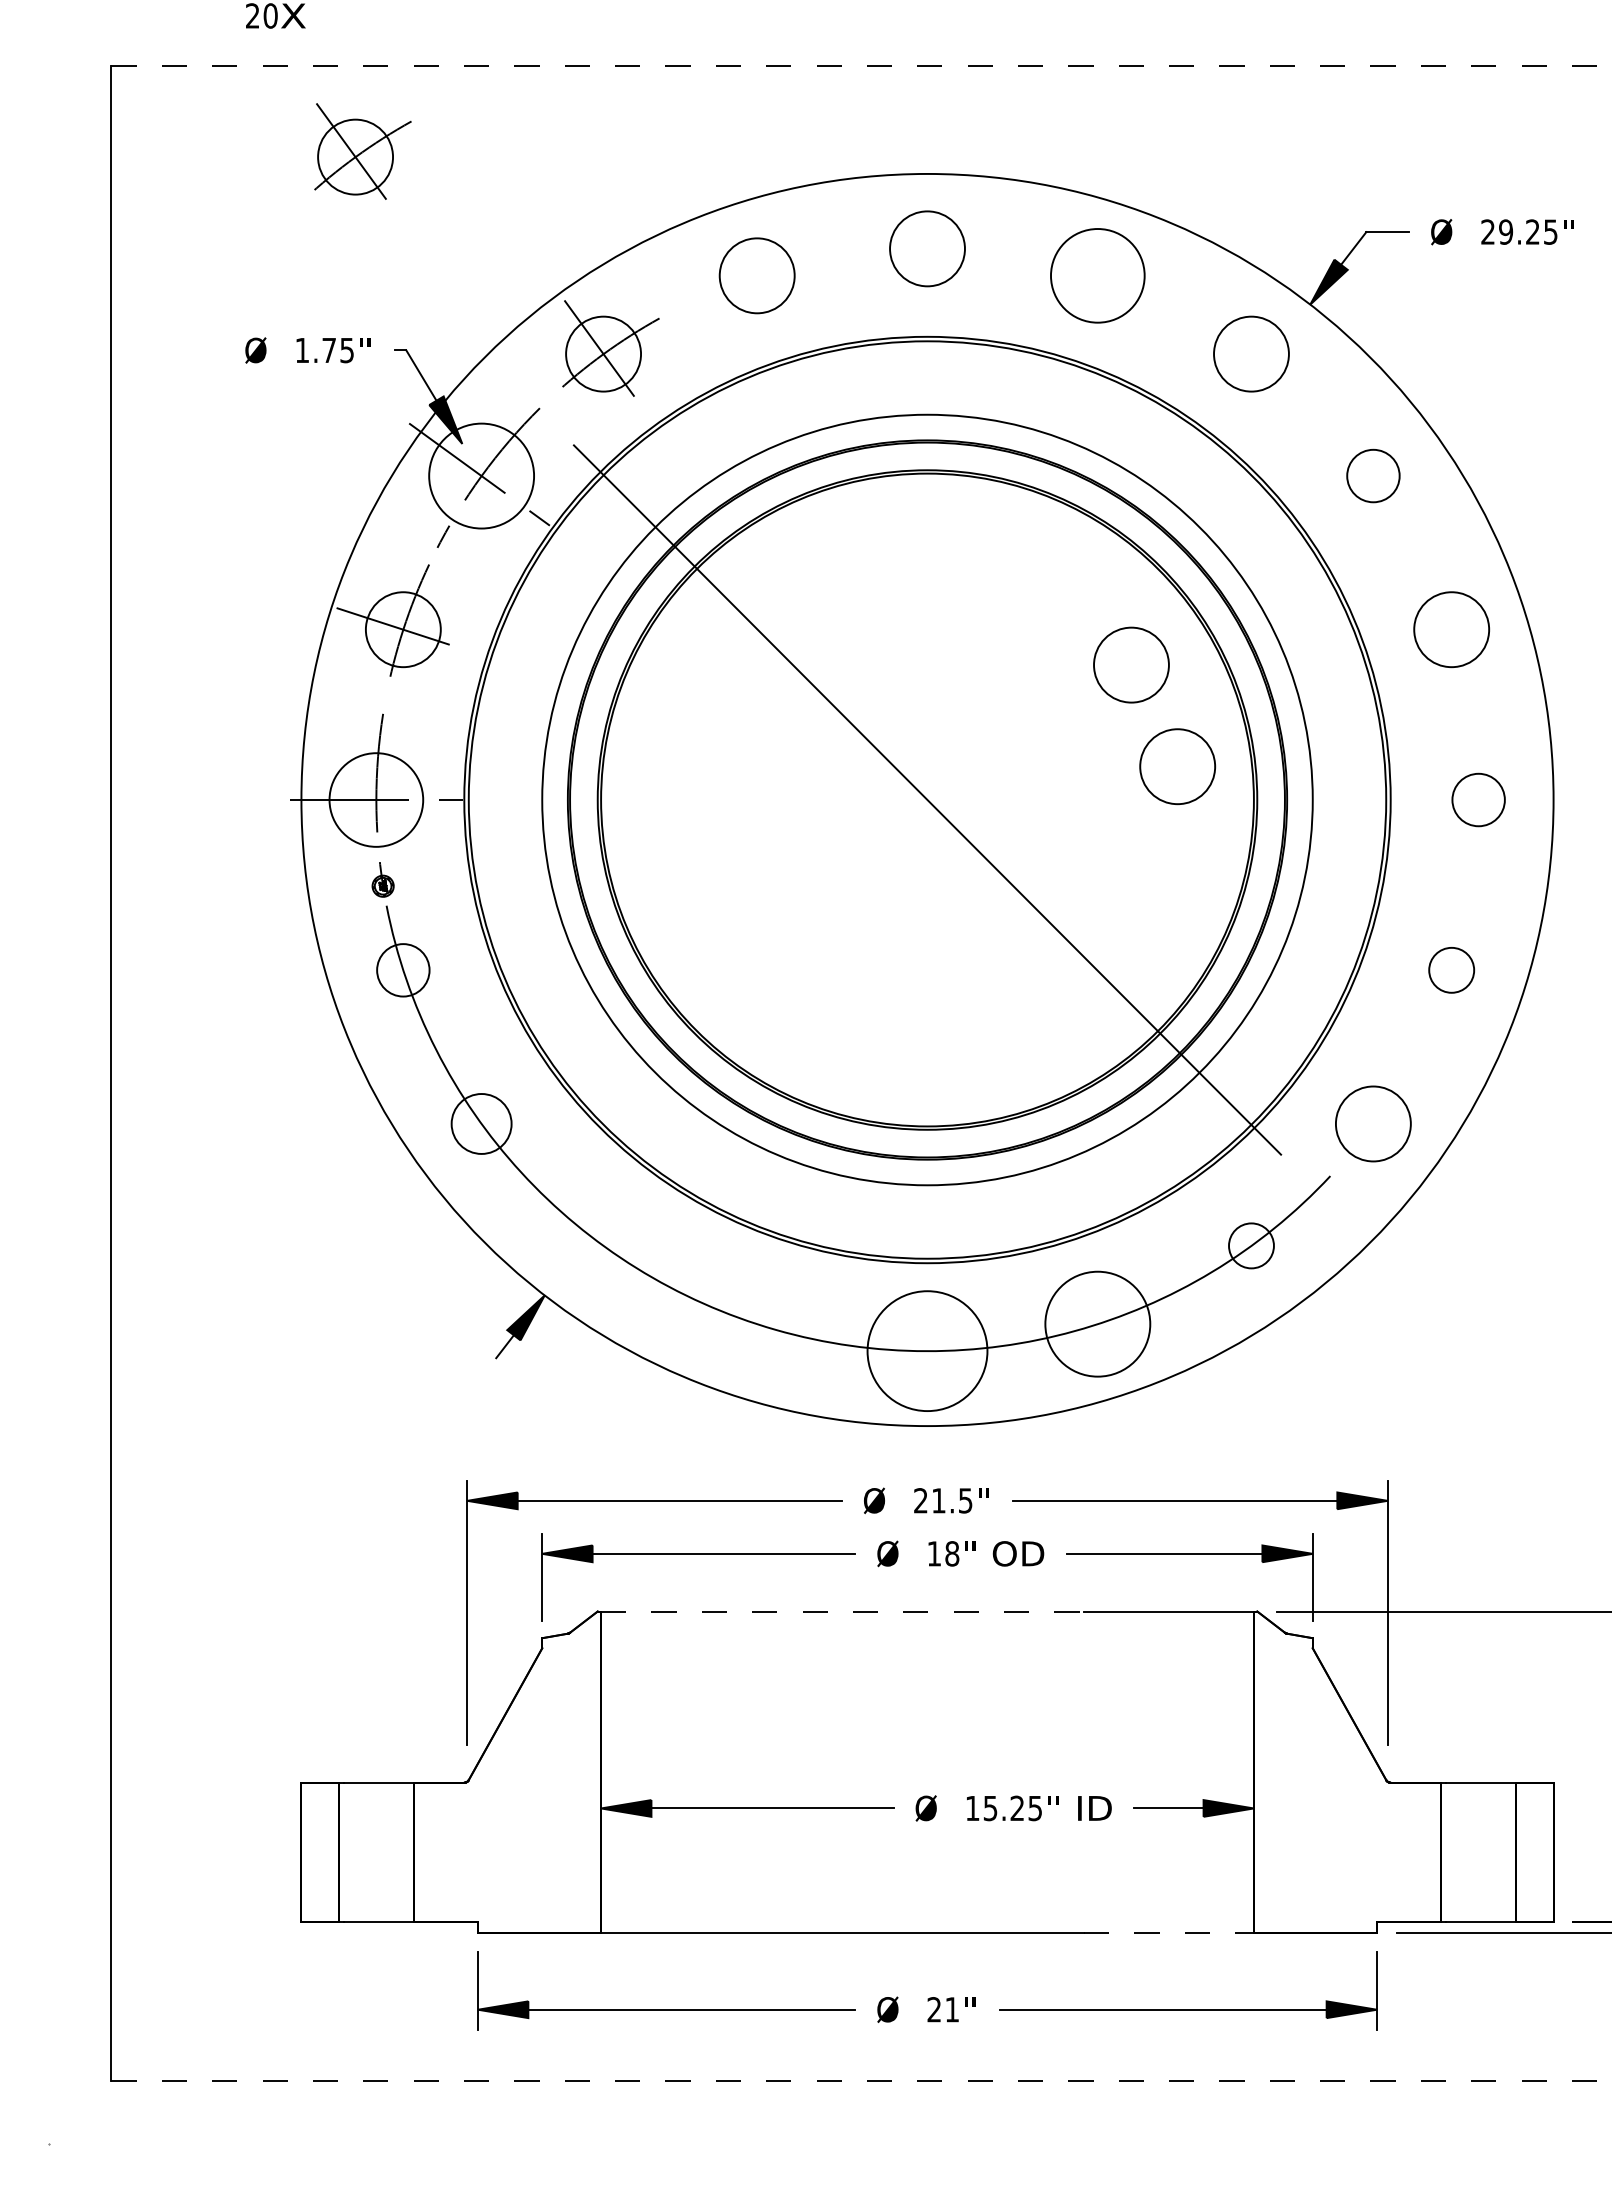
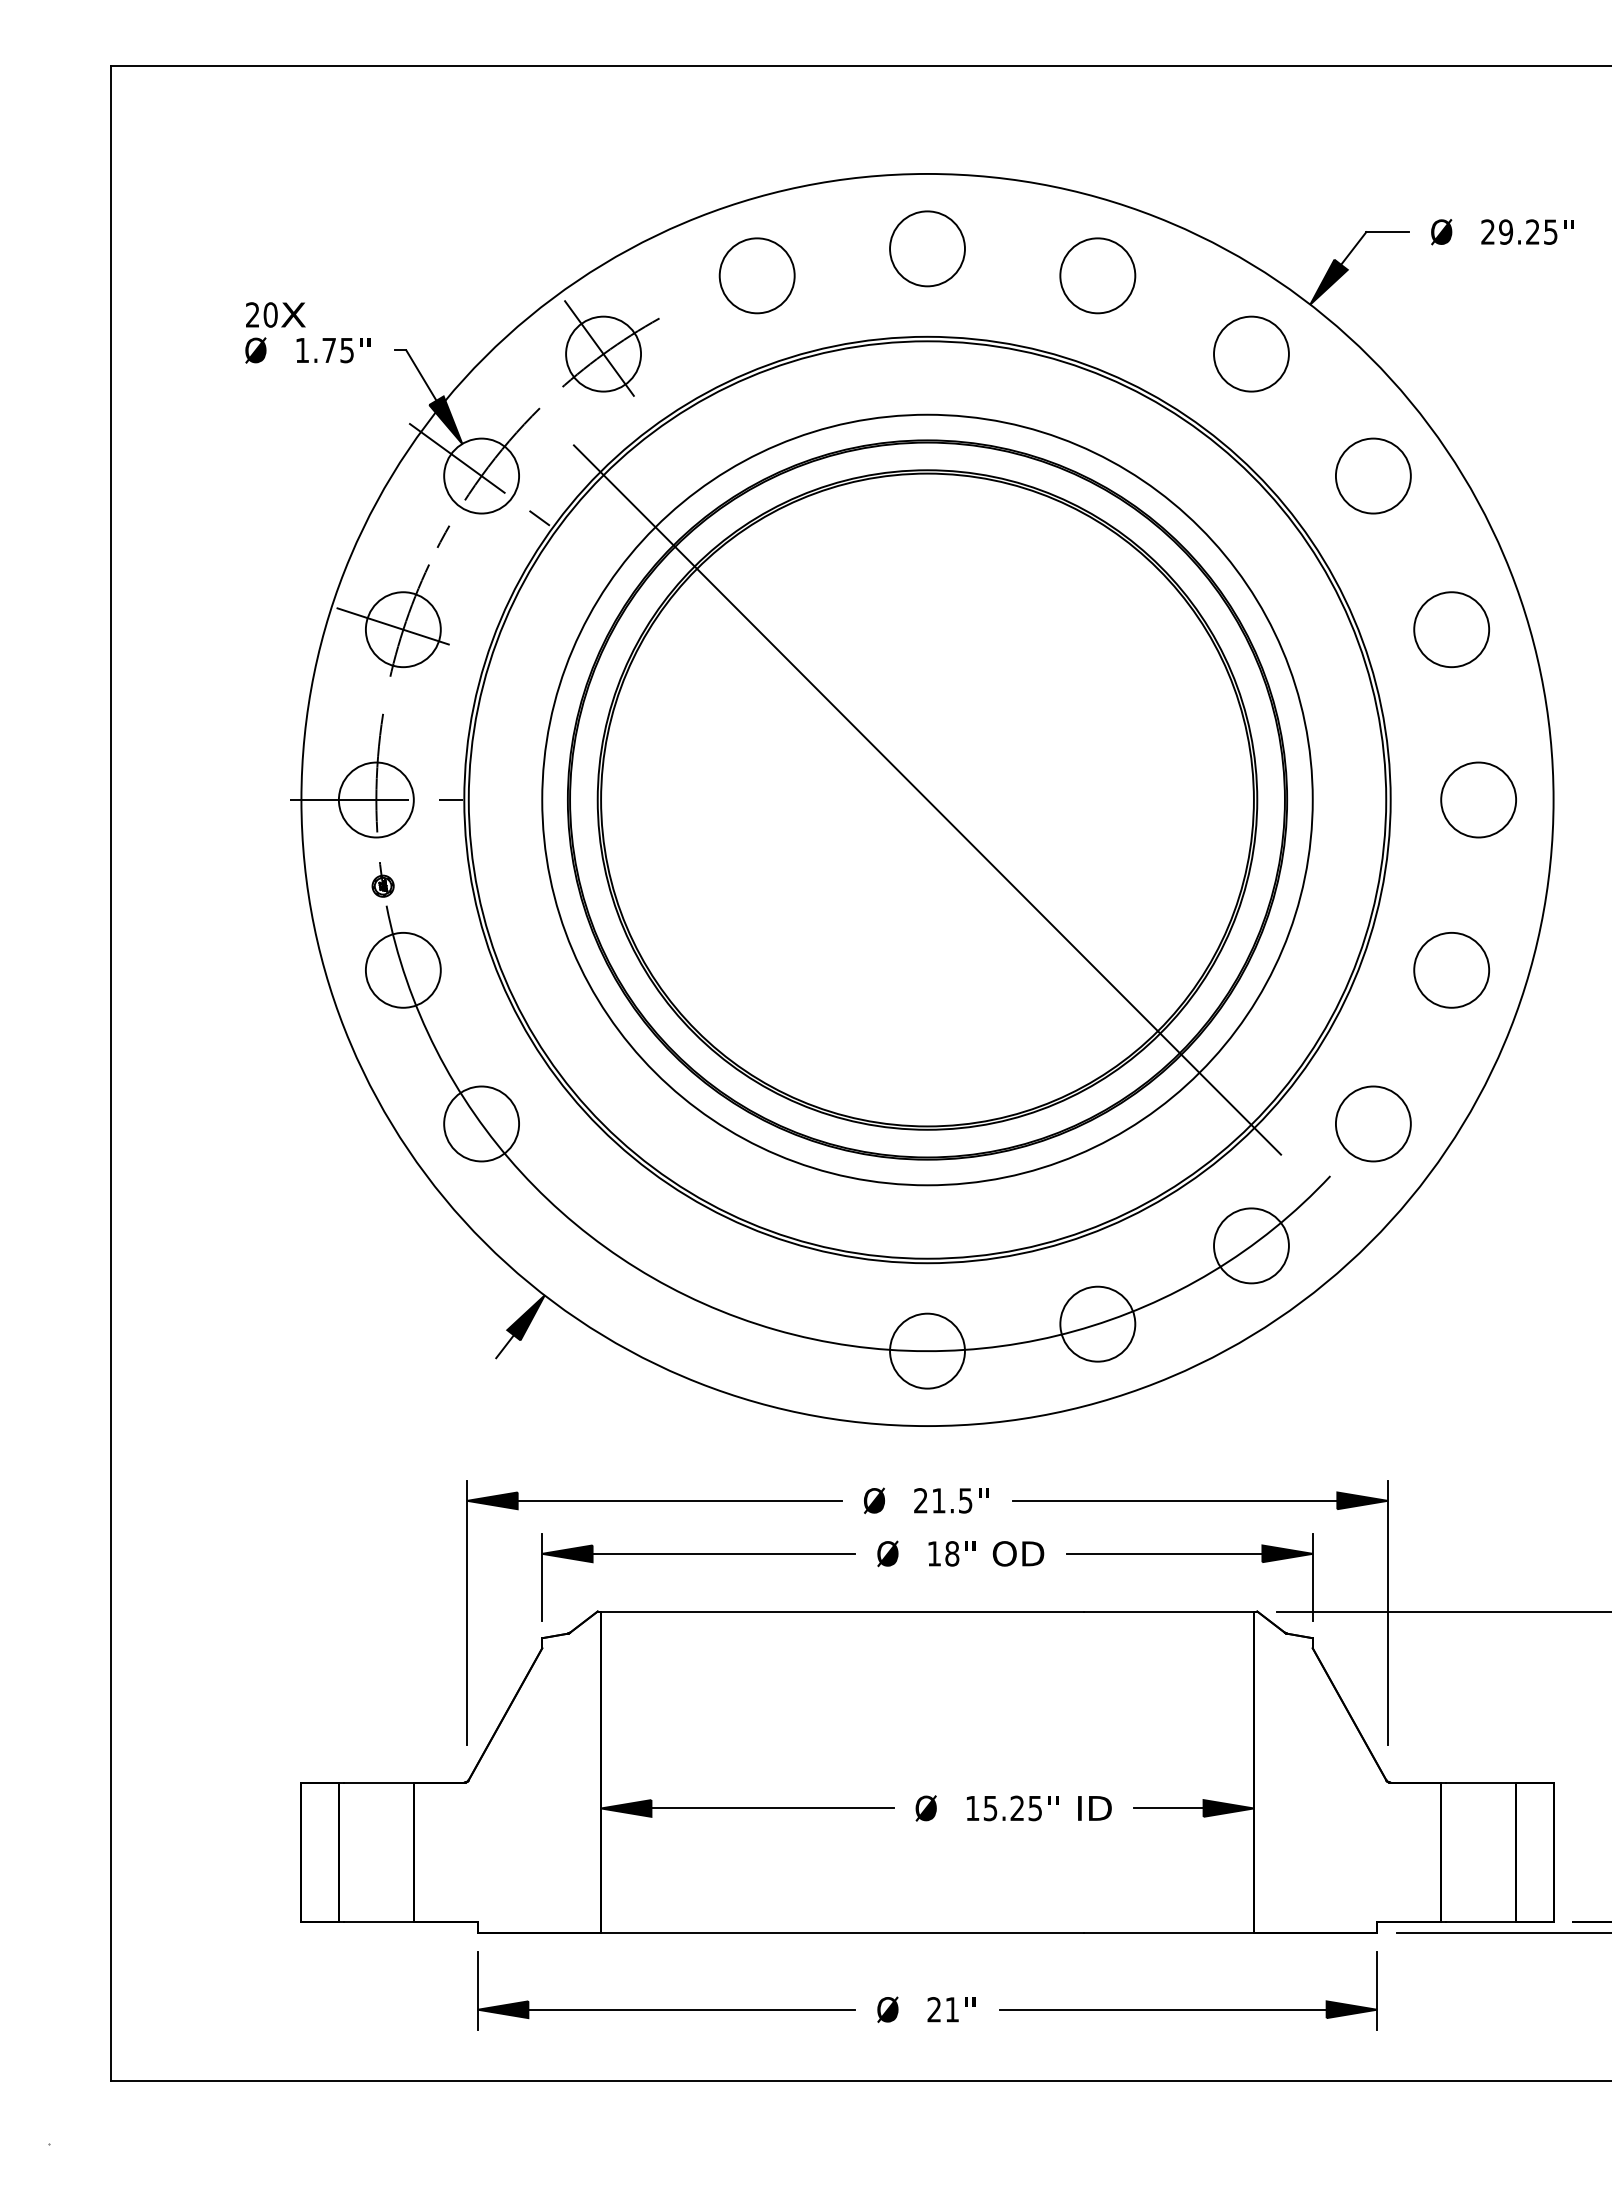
text at (275, 15) position: (275, 15) -> (275, 314)
line at (861, 66): dashed -> solid
part at (362, 151): present -> none
circle at (1097, 275) diameter: 94 px -> 75 px
circle at (481, 475) diameter: 105 px -> 75 px
circle at (1373, 475) size: 55x56 px -> 77x78 px
circle at (1131, 664): present -> none
circle at (1177, 766): present -> none
circle at (376, 799) diameter: 94 px -> 75 px
circle at (1478, 799) diameter: 52 px -> 75 px
circle at (1451, 969) diameter: 45 px -> 75 px
circle at (403, 970) diameter: 52 px -> 75 px
circle at (481, 1123) diameter: 60 px -> 75 px
circle at (1251, 1245) diameter: 45 px -> 75 px
circle at (1097, 1323) diameter: 105 px -> 75 px
circle at (927, 1351) diameter: 120 px -> 75 px
line at (843, 1611): dashed -> solid
line at (1168, 1932): dashed -> solid
line at (861, 2080): dashed -> solid
